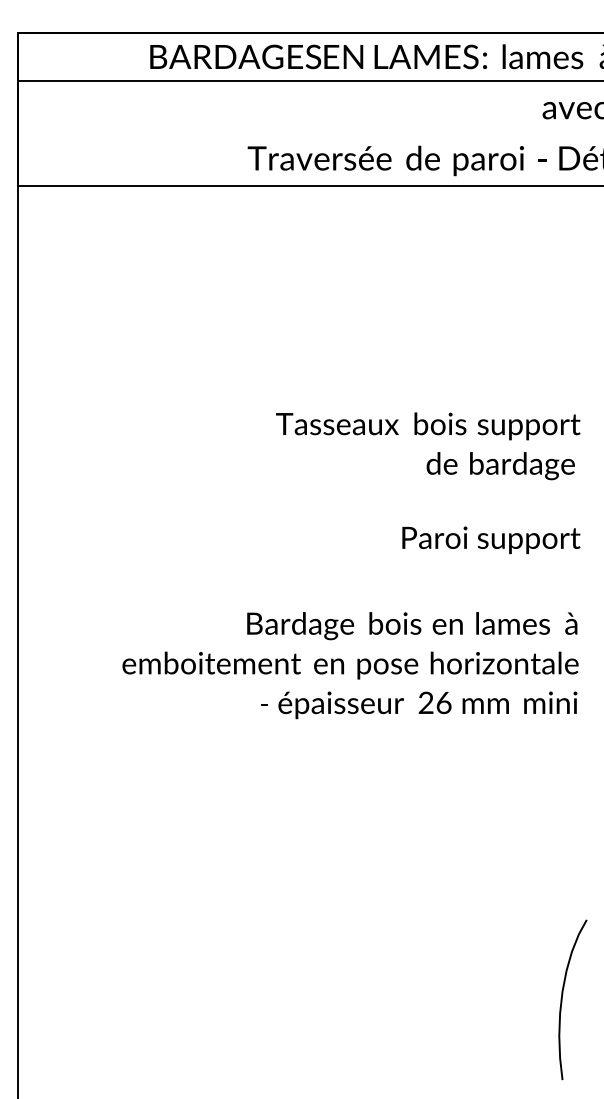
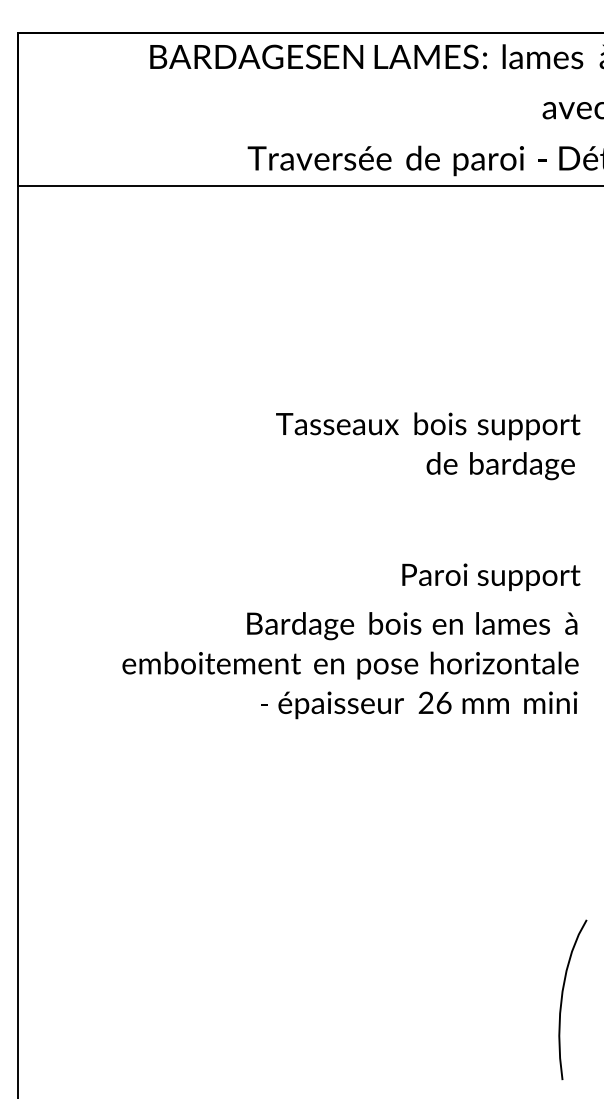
line at (308, 80): present -> none
text at (491, 540) position: (491, 540) -> (491, 577)
